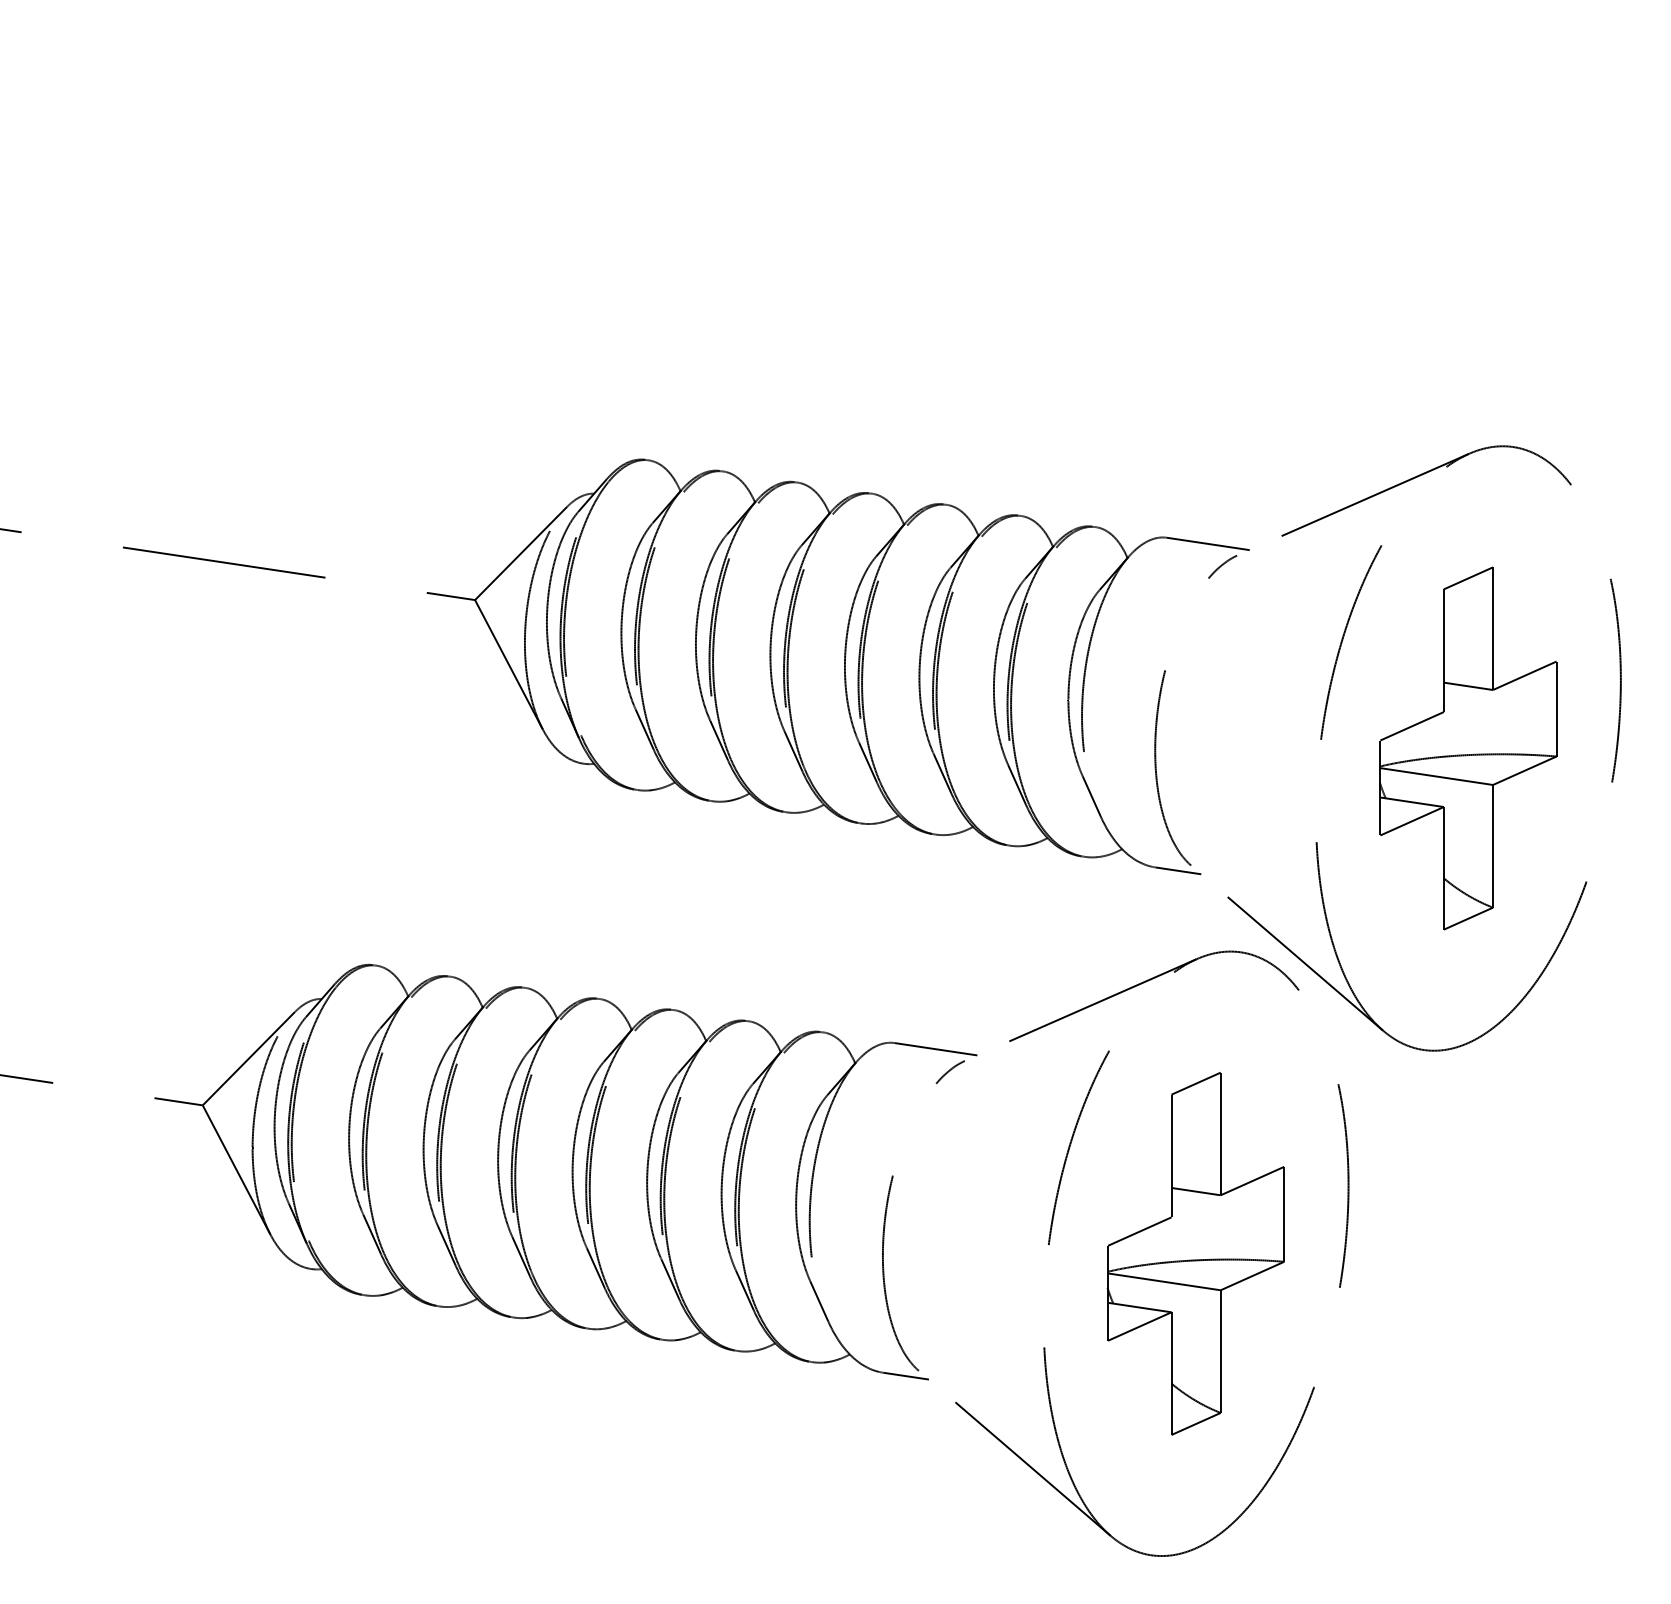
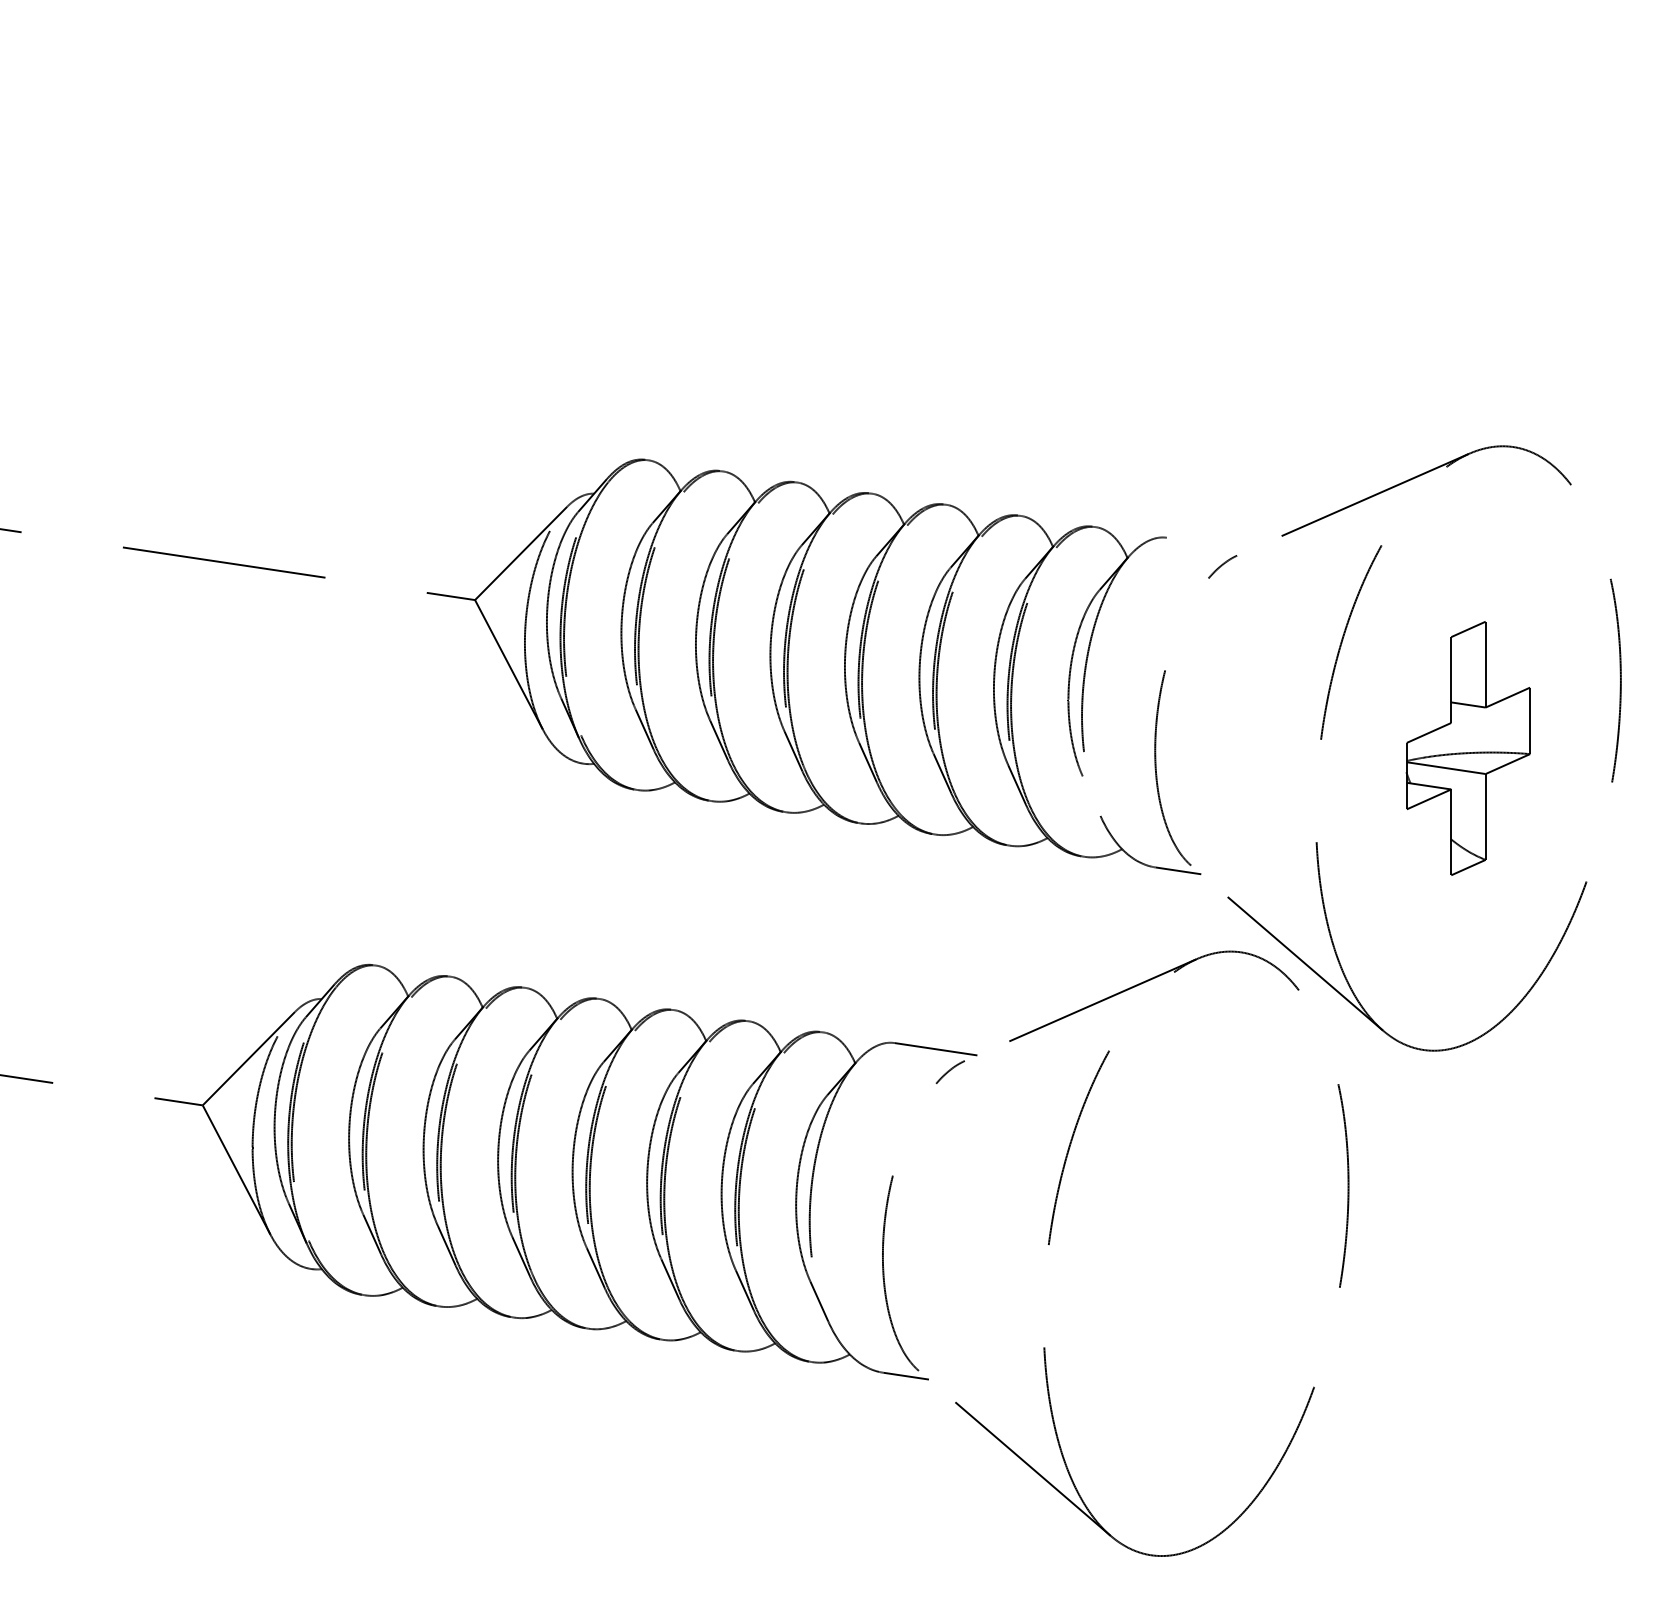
line at (1207, 543): present -> none
part at (1468, 748) size: 179x365 px -> 126x255 px
line at (1091, 796): present -> none
part at (1195, 1253): present -> none
